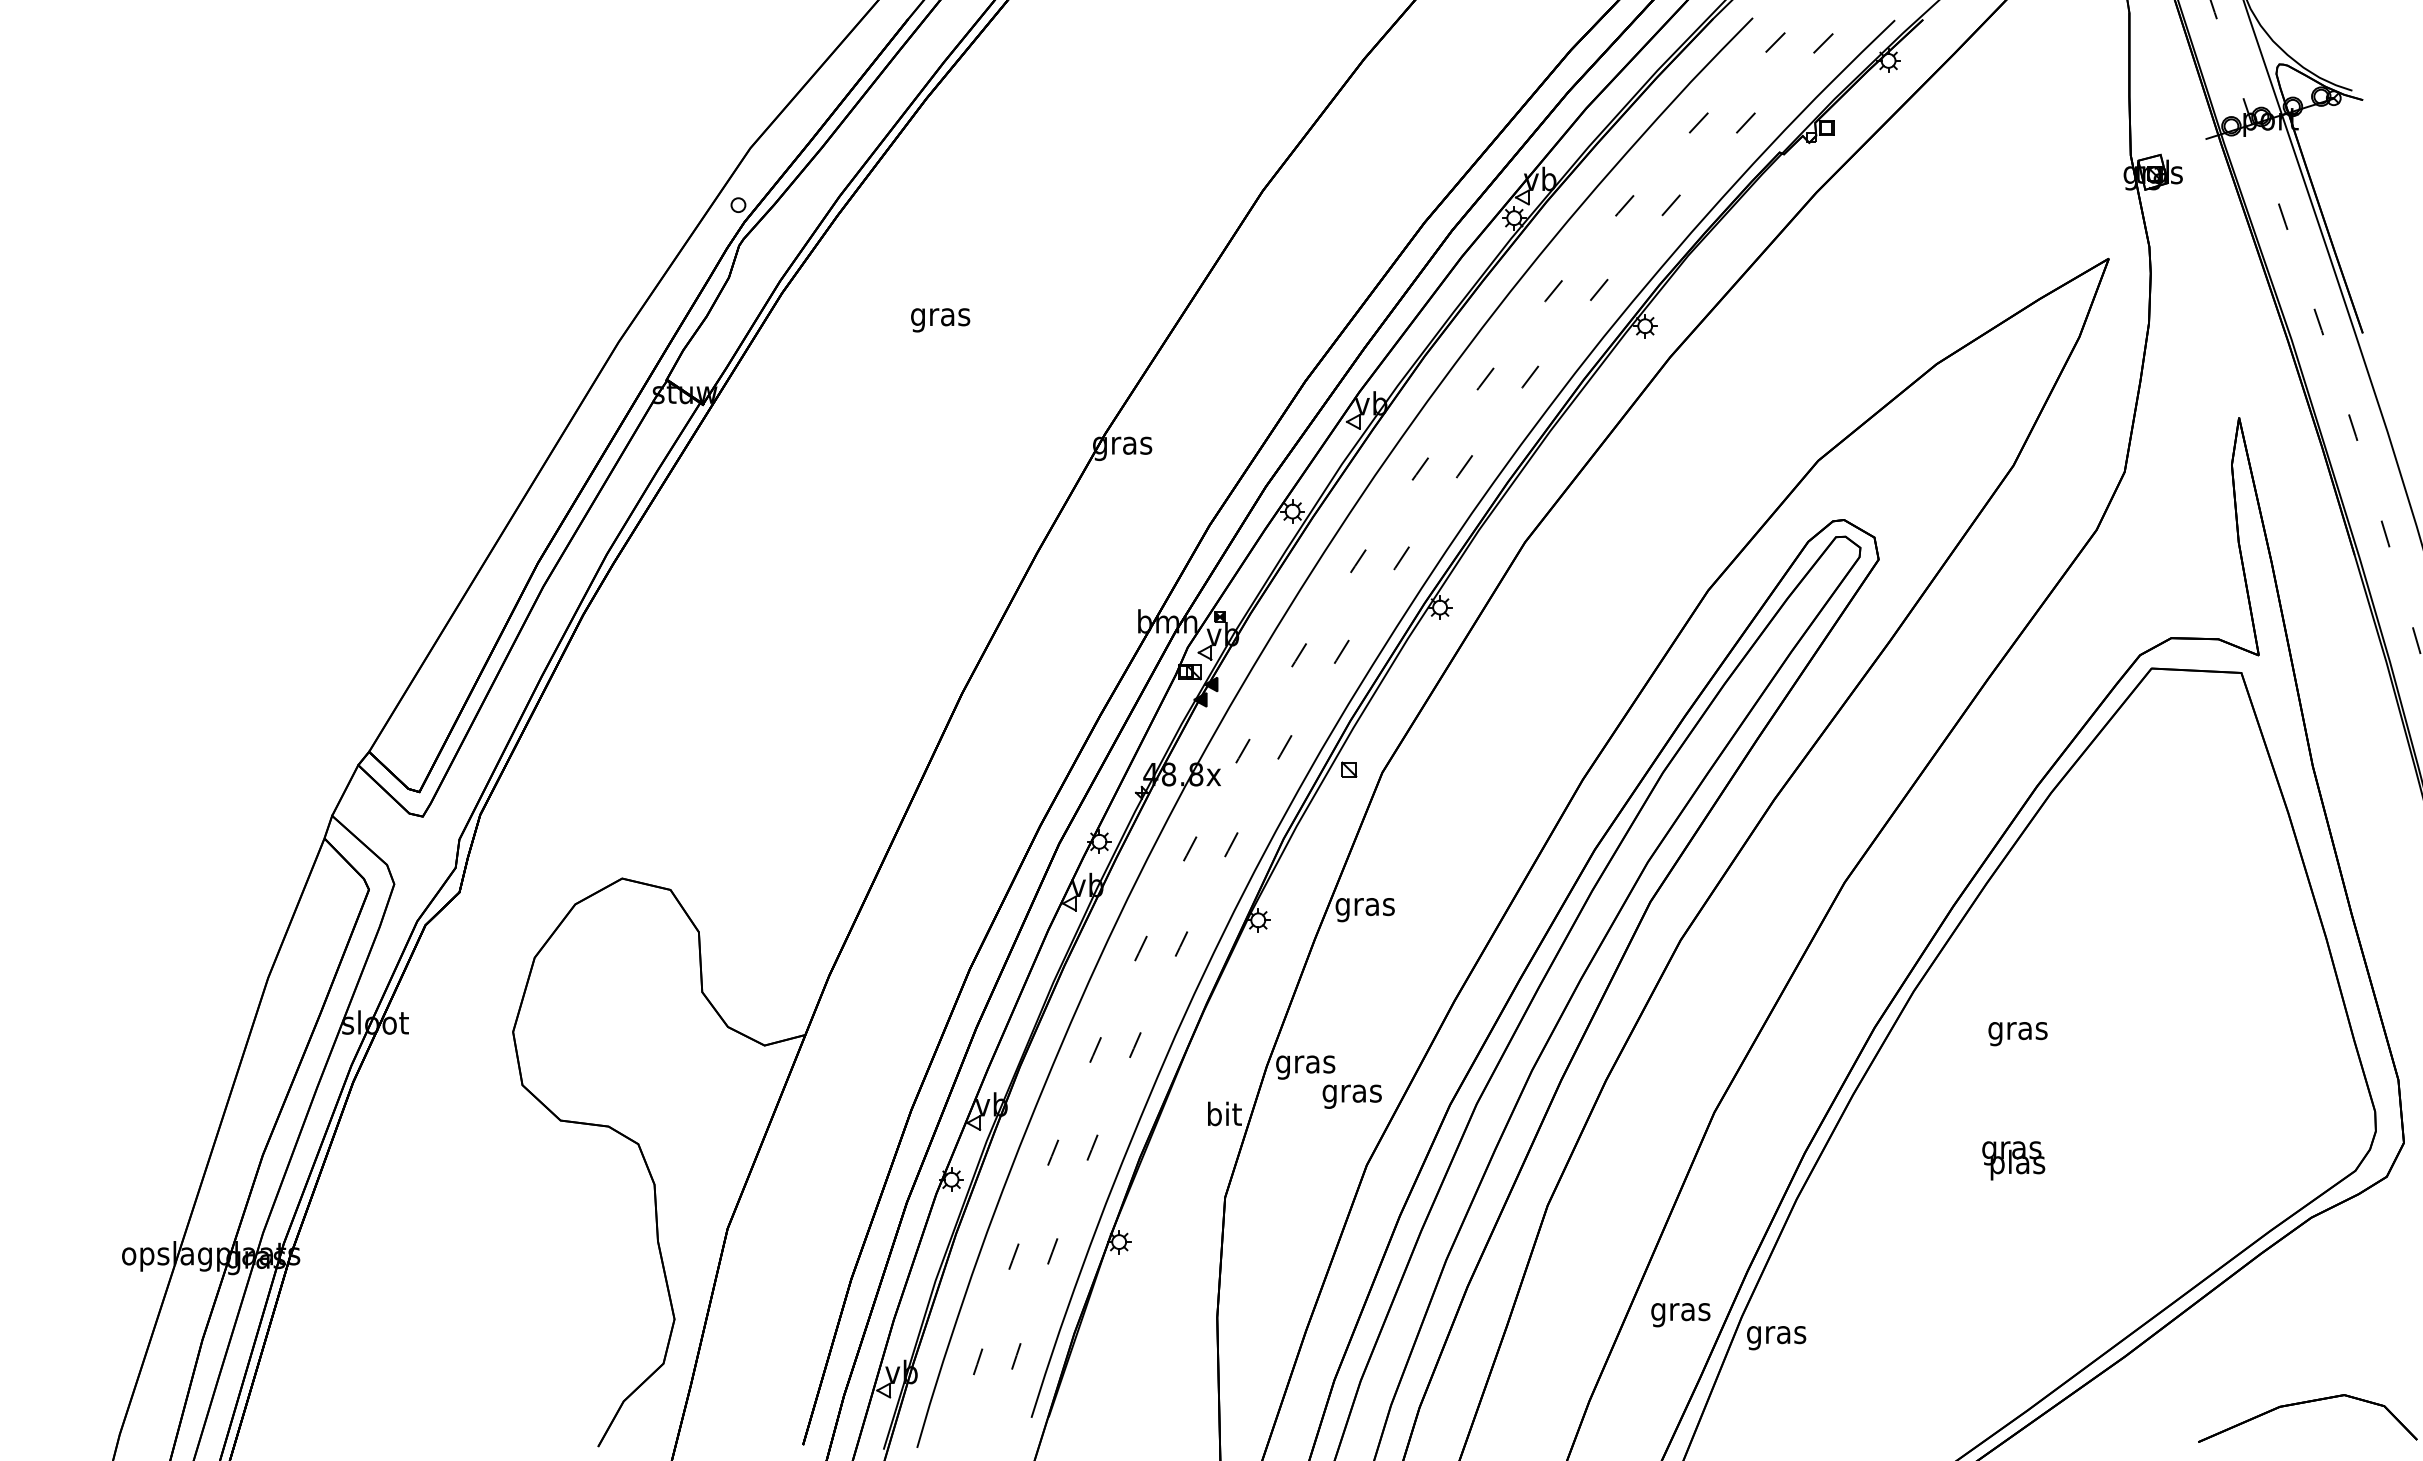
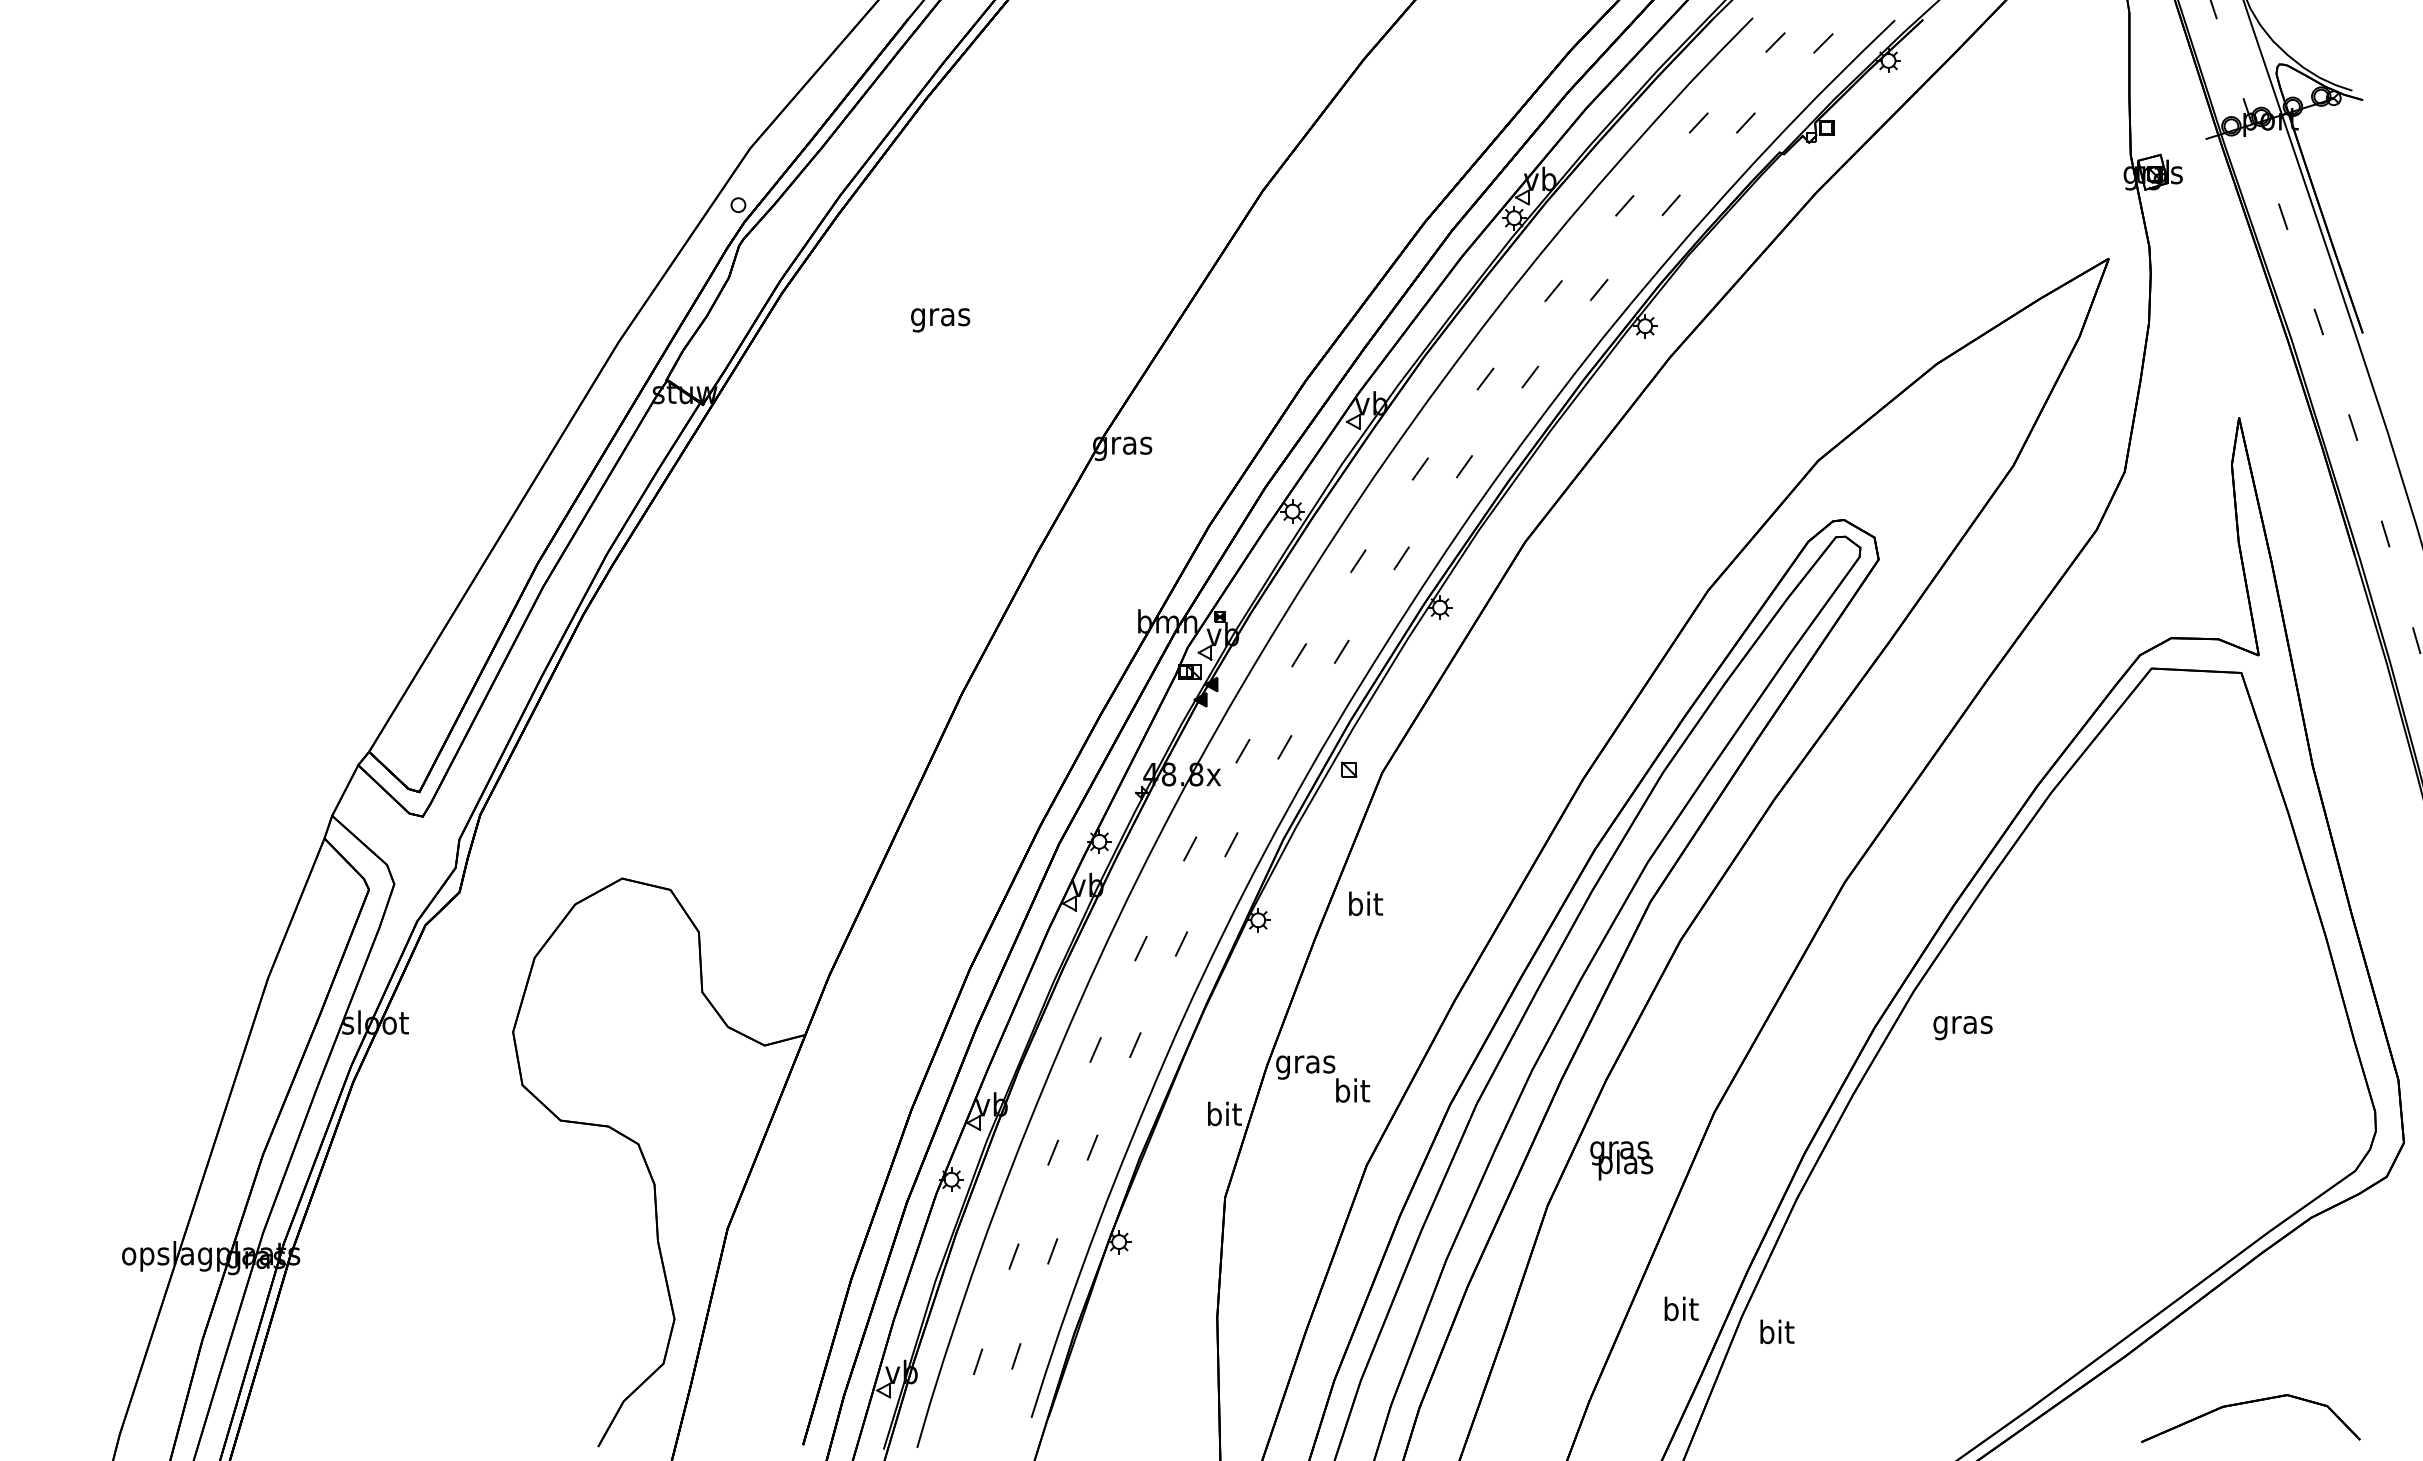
text at (1364, 906): gras -> bit
text at (2017, 1034) position: (2017, 1034) -> (1962, 1028)
text at (1351, 1093): gras -> bit
text at (2013, 1160) position: (2013, 1160) -> (1621, 1160)
text at (1680, 1311): gras -> bit
text at (1776, 1334): gras -> bit
part at (2305, 1403) position: (2305, 1403) -> (2248, 1403)
